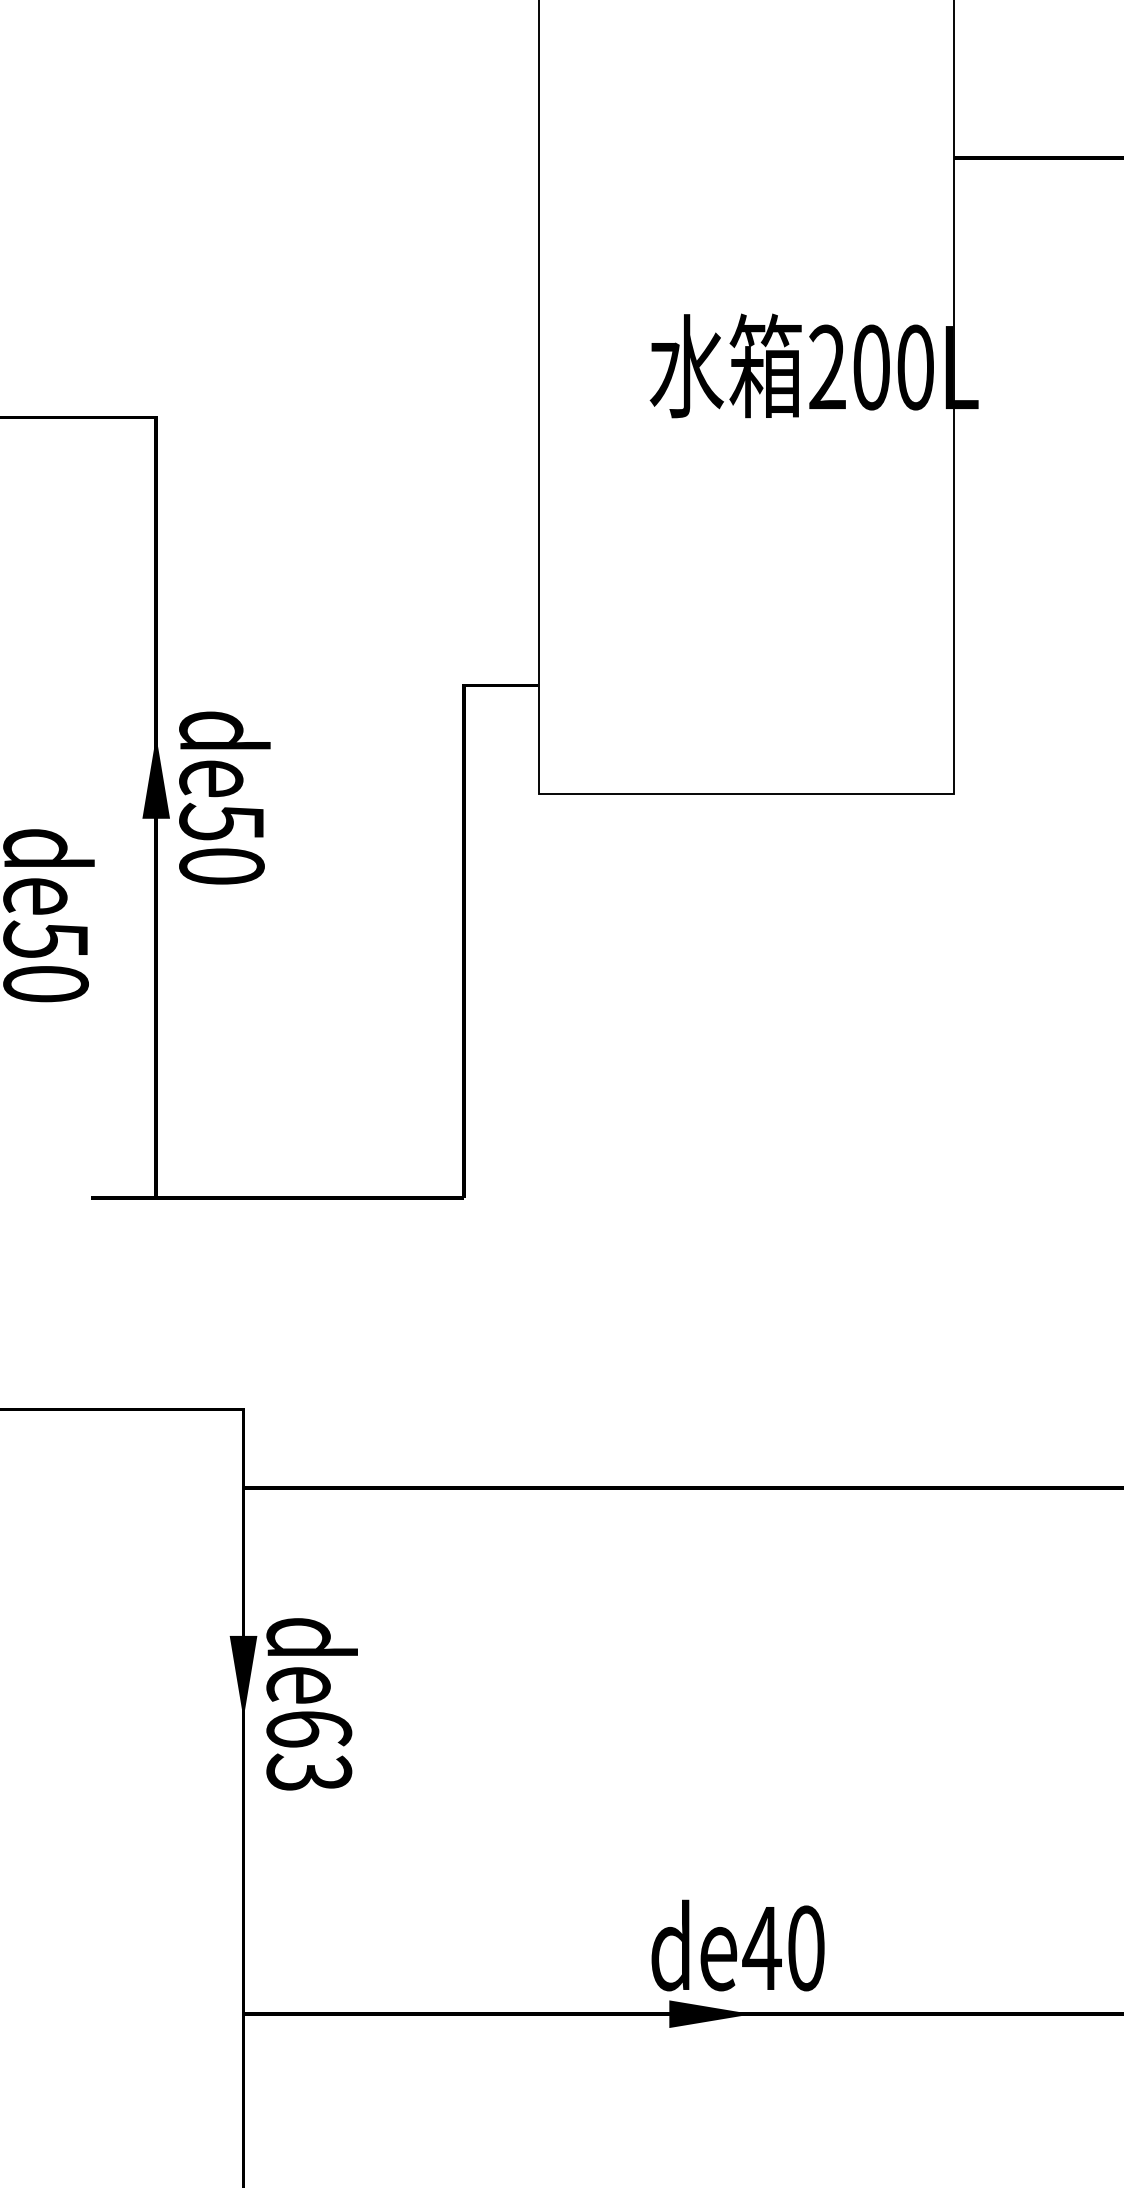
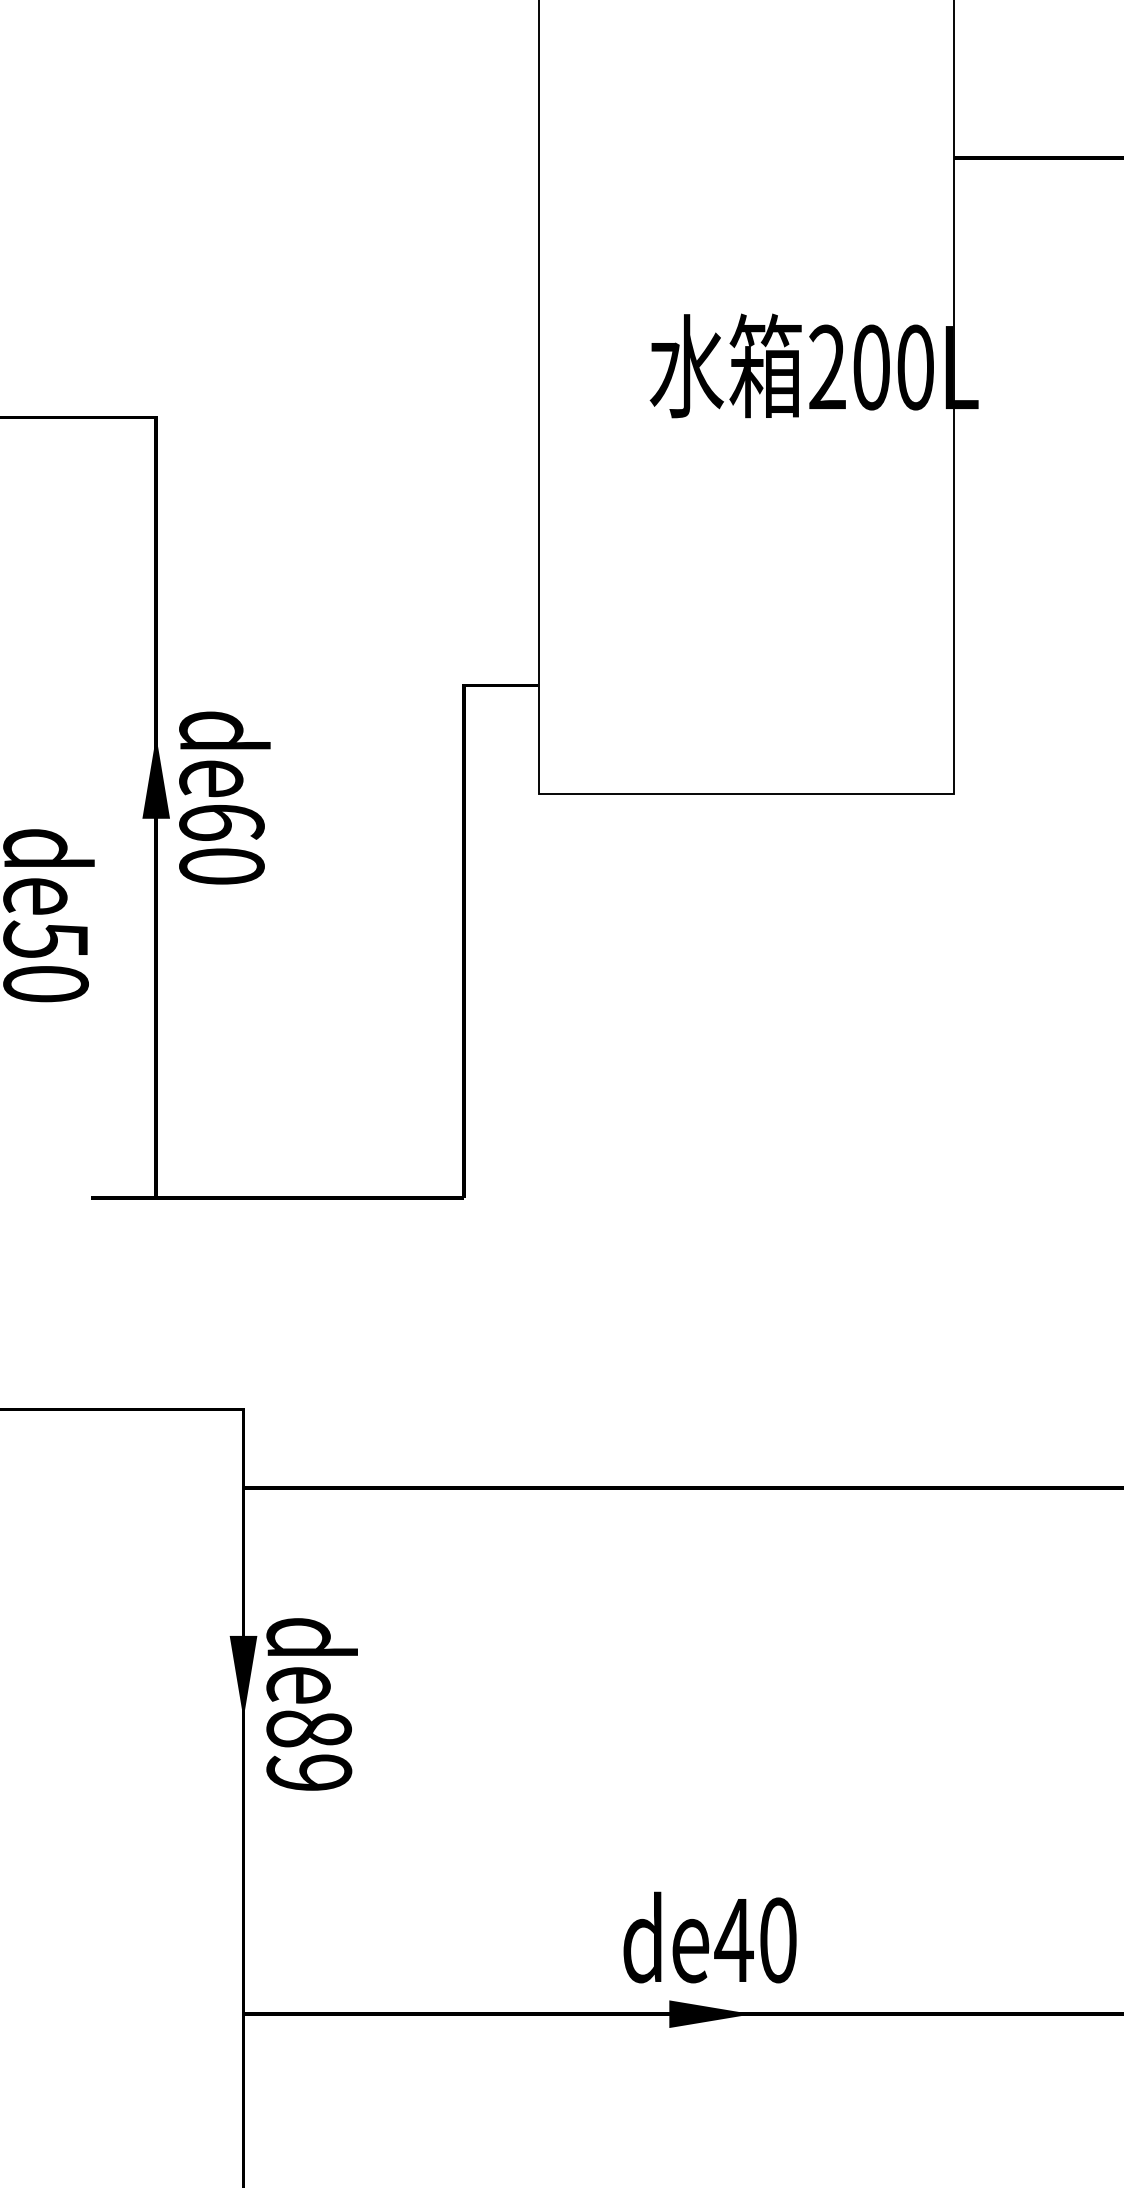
text at (221, 821): de50 -> de60
text at (309, 1750): de63 -> de89
text at (737, 1945) position: (737, 1945) -> (709, 1937)
